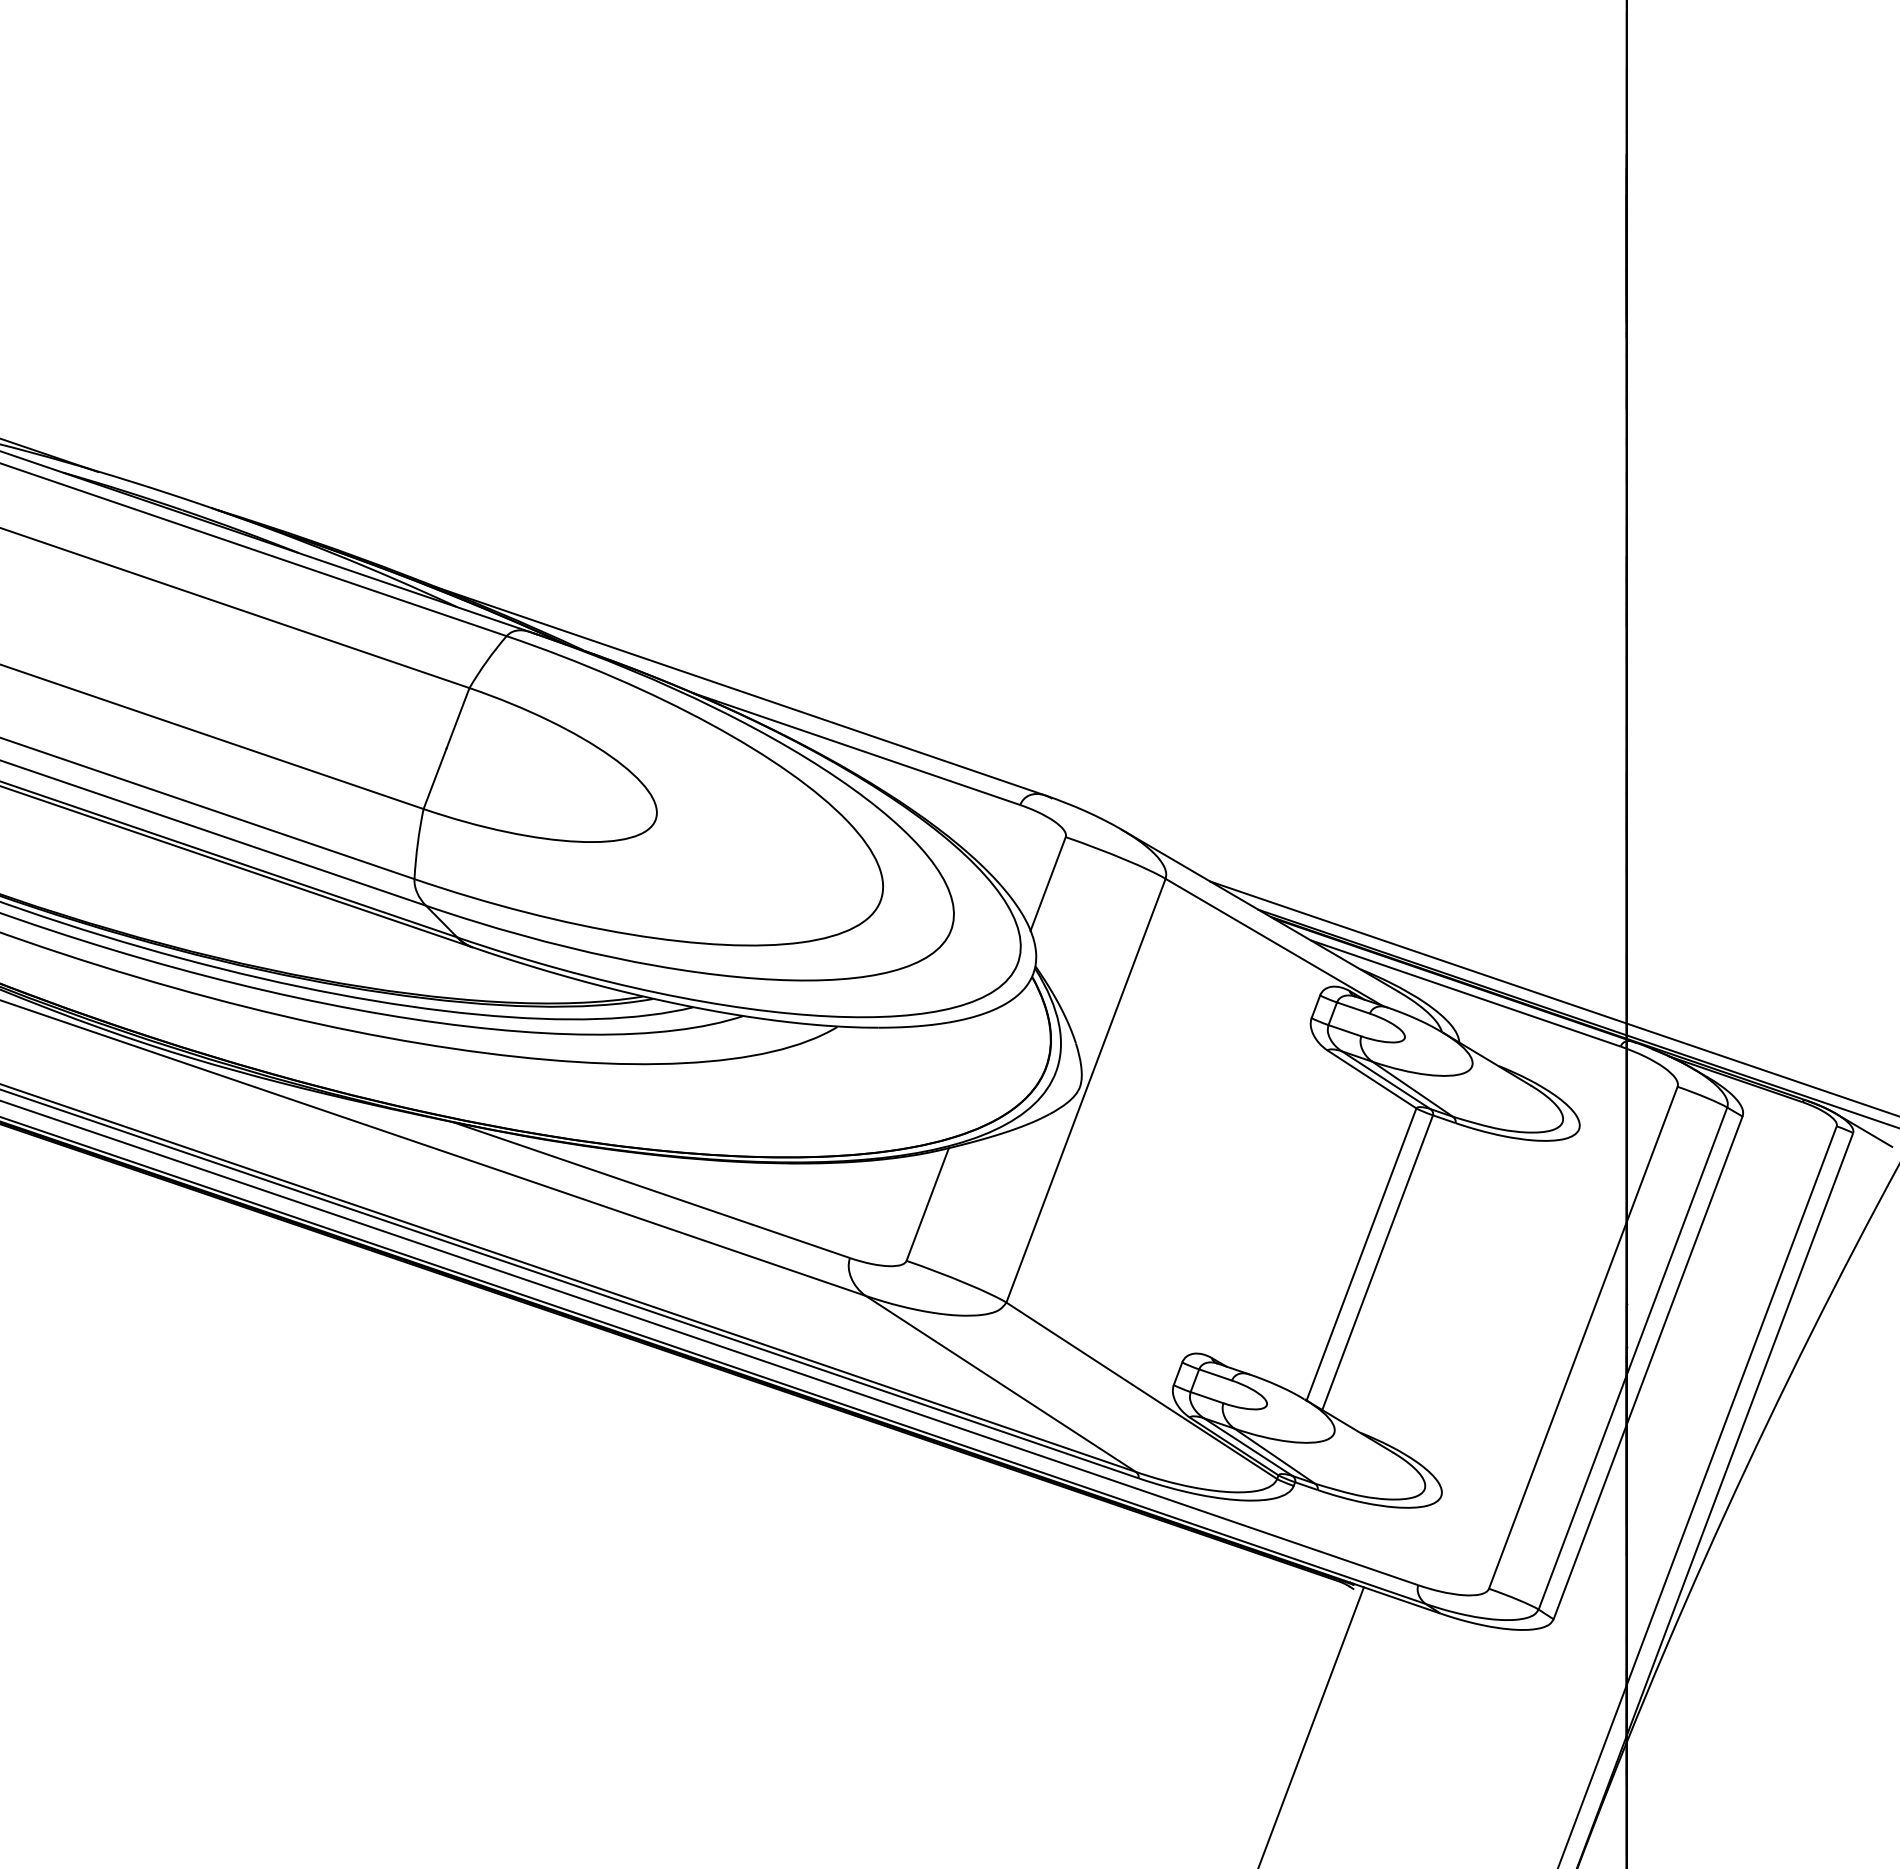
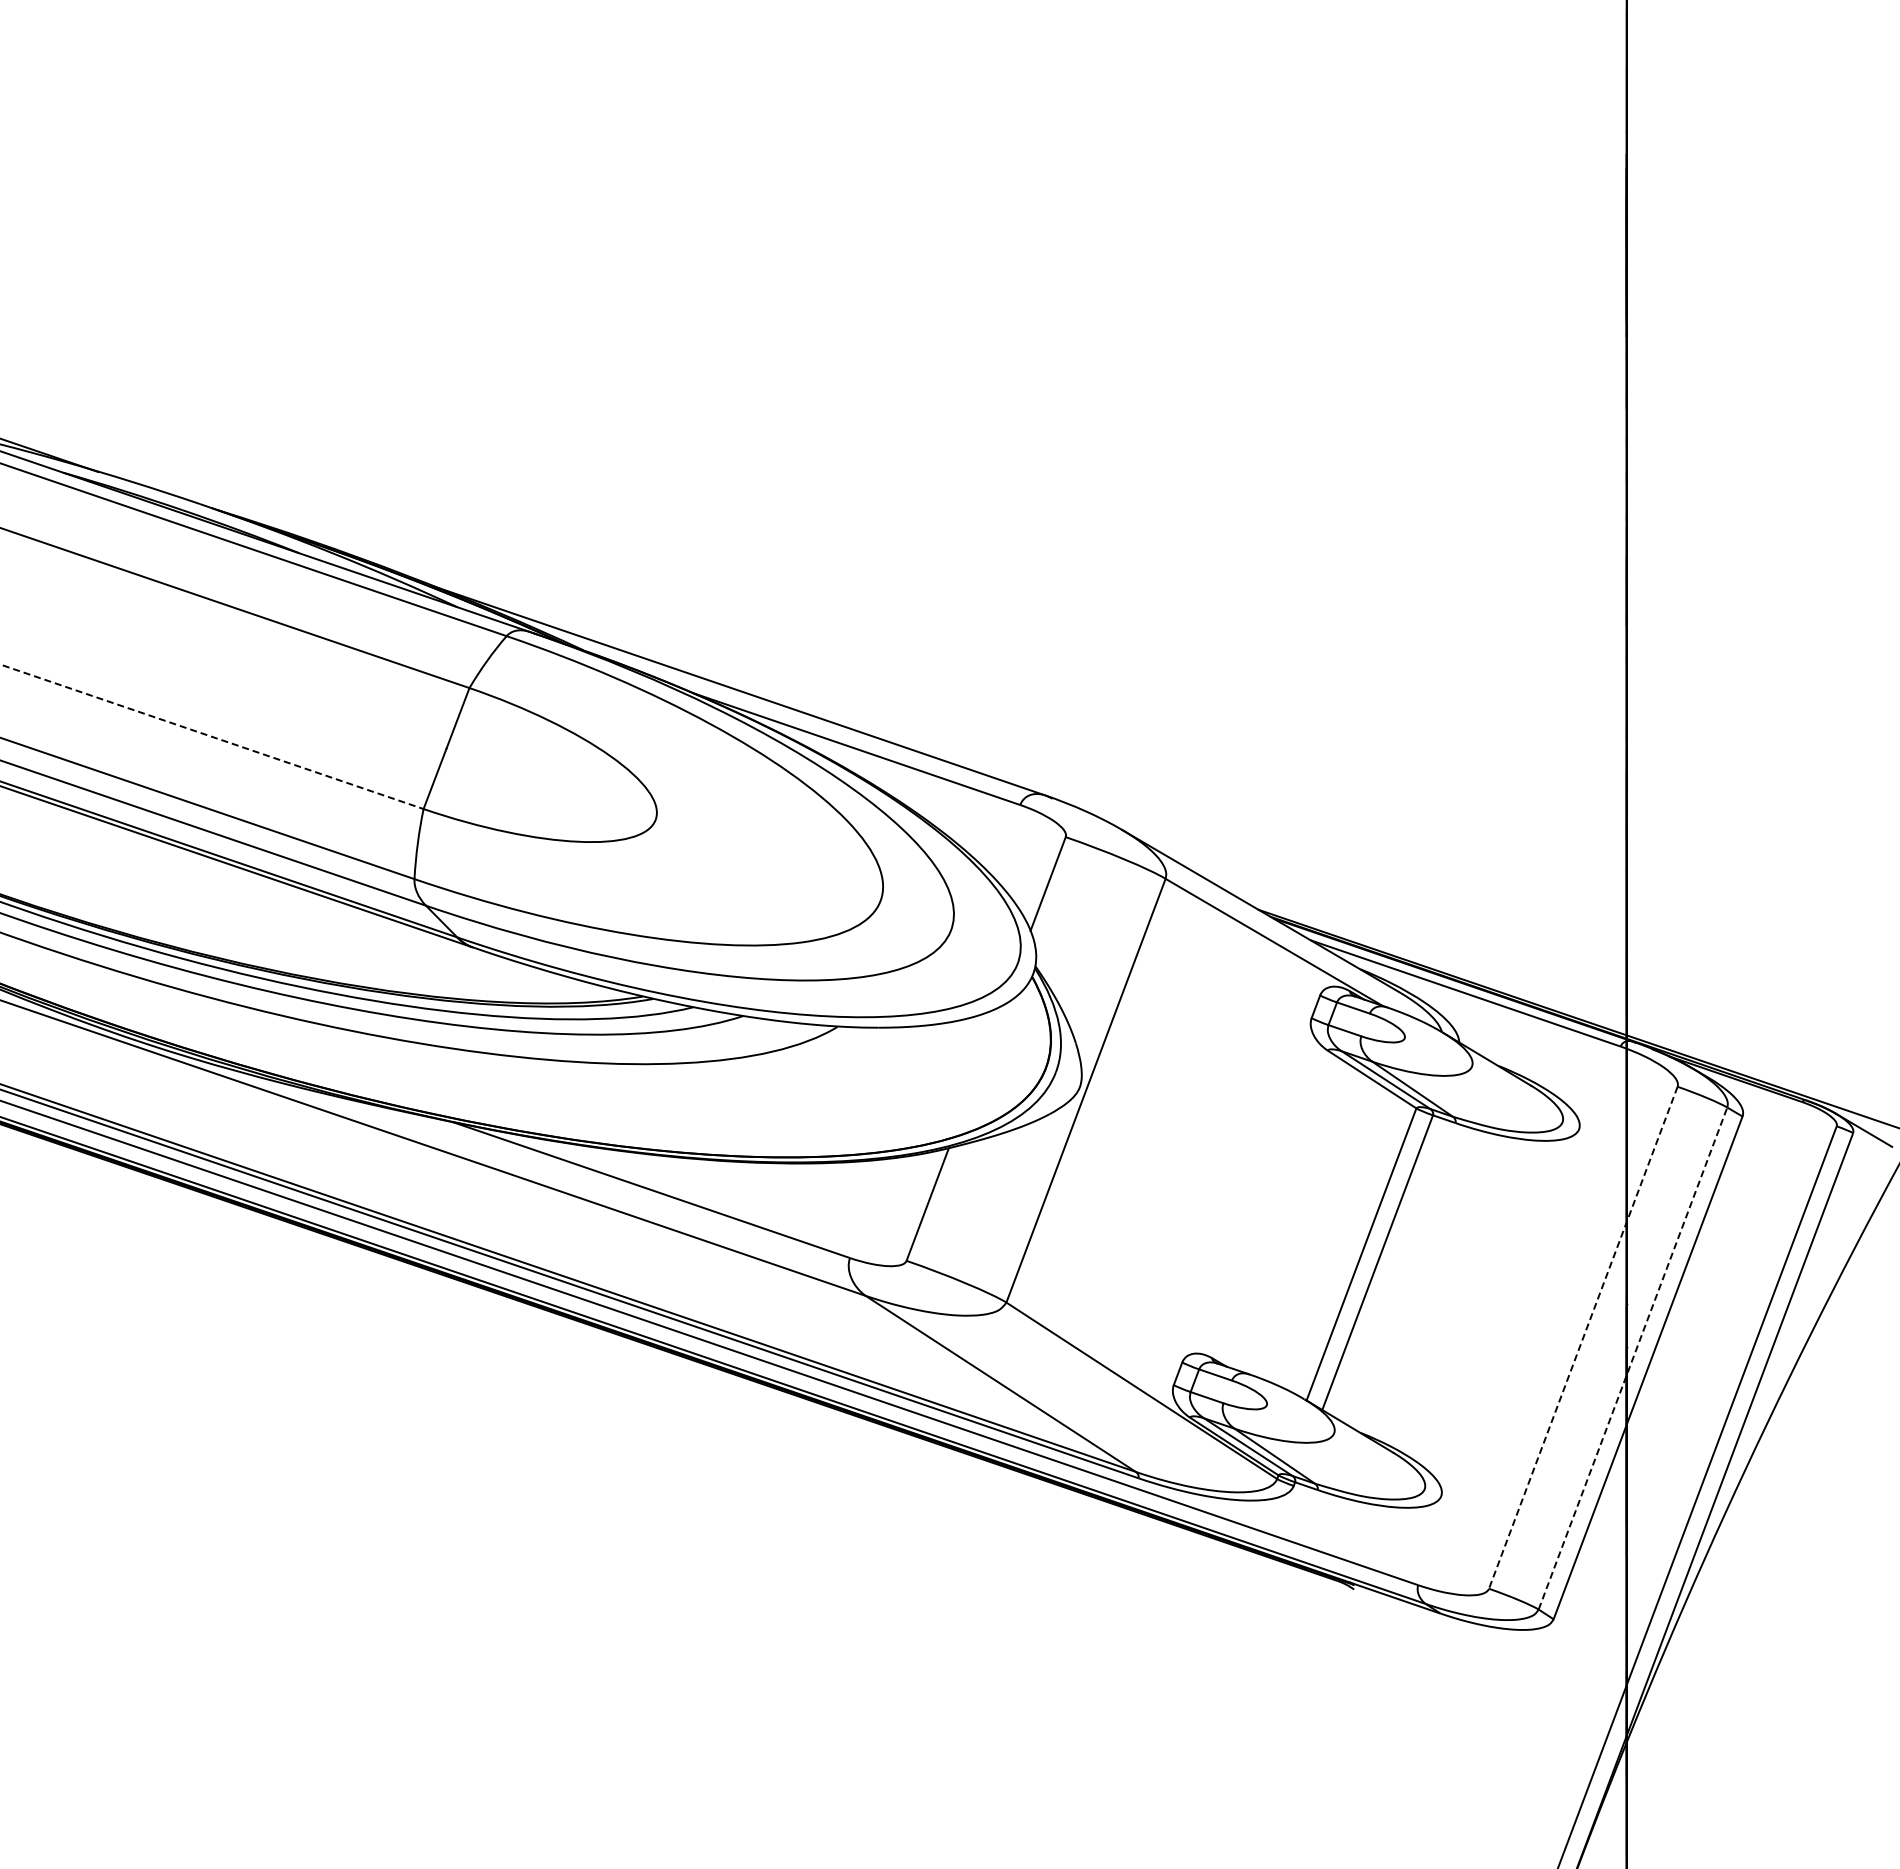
line at (212, 737): solid -> dashed
line at (1553, 998): present -> none
line at (1583, 1338): solid -> dashed
line at (1633, 1358): solid -> dashed
line at (1311, 1726): present -> none
